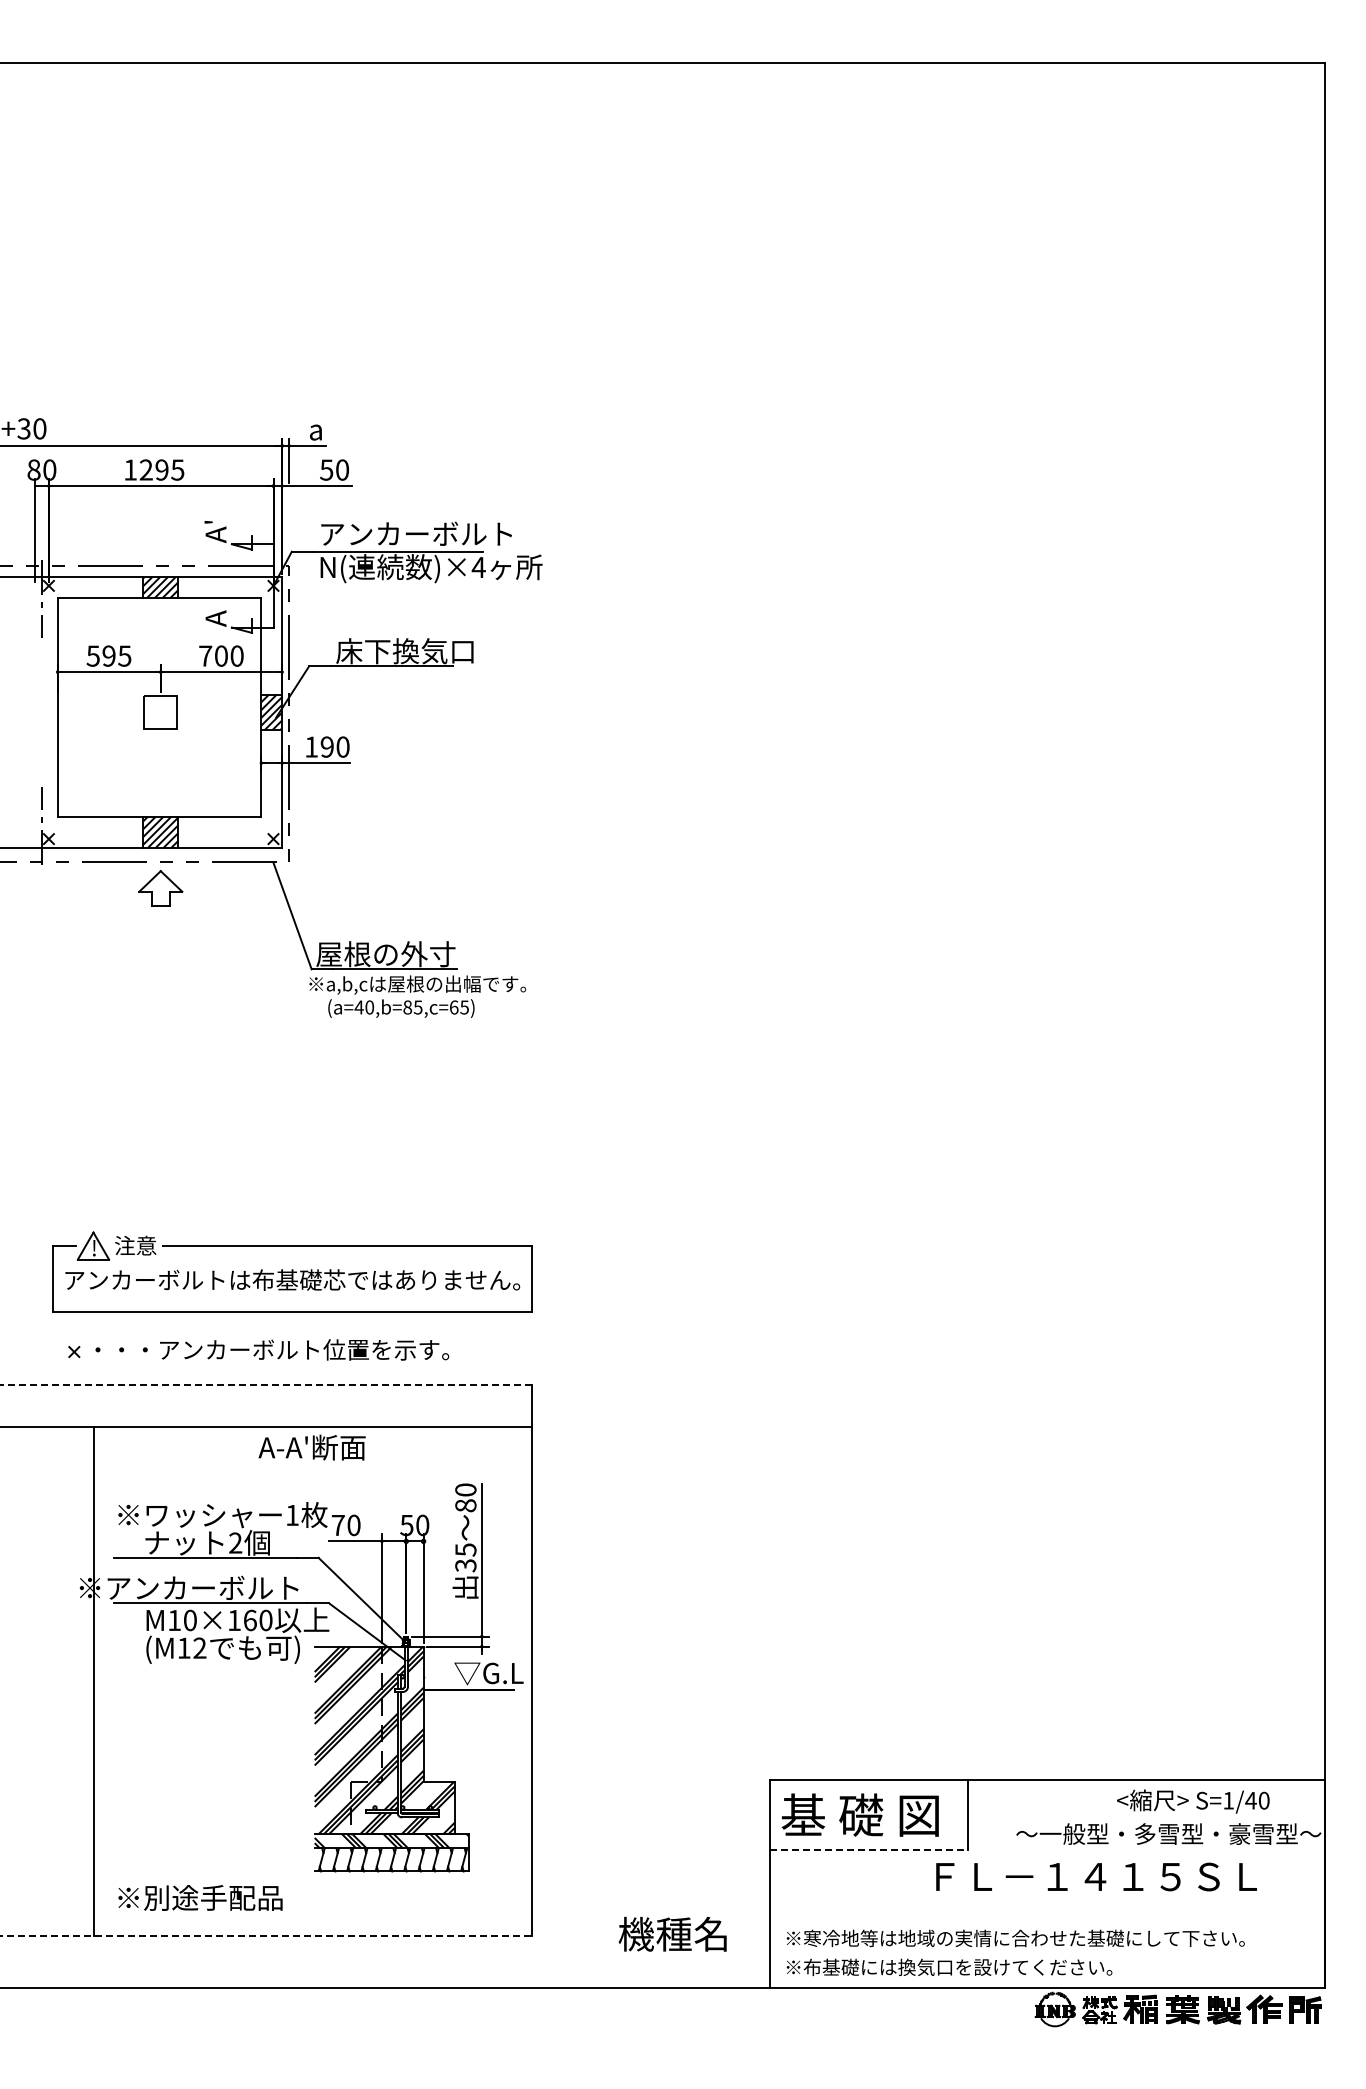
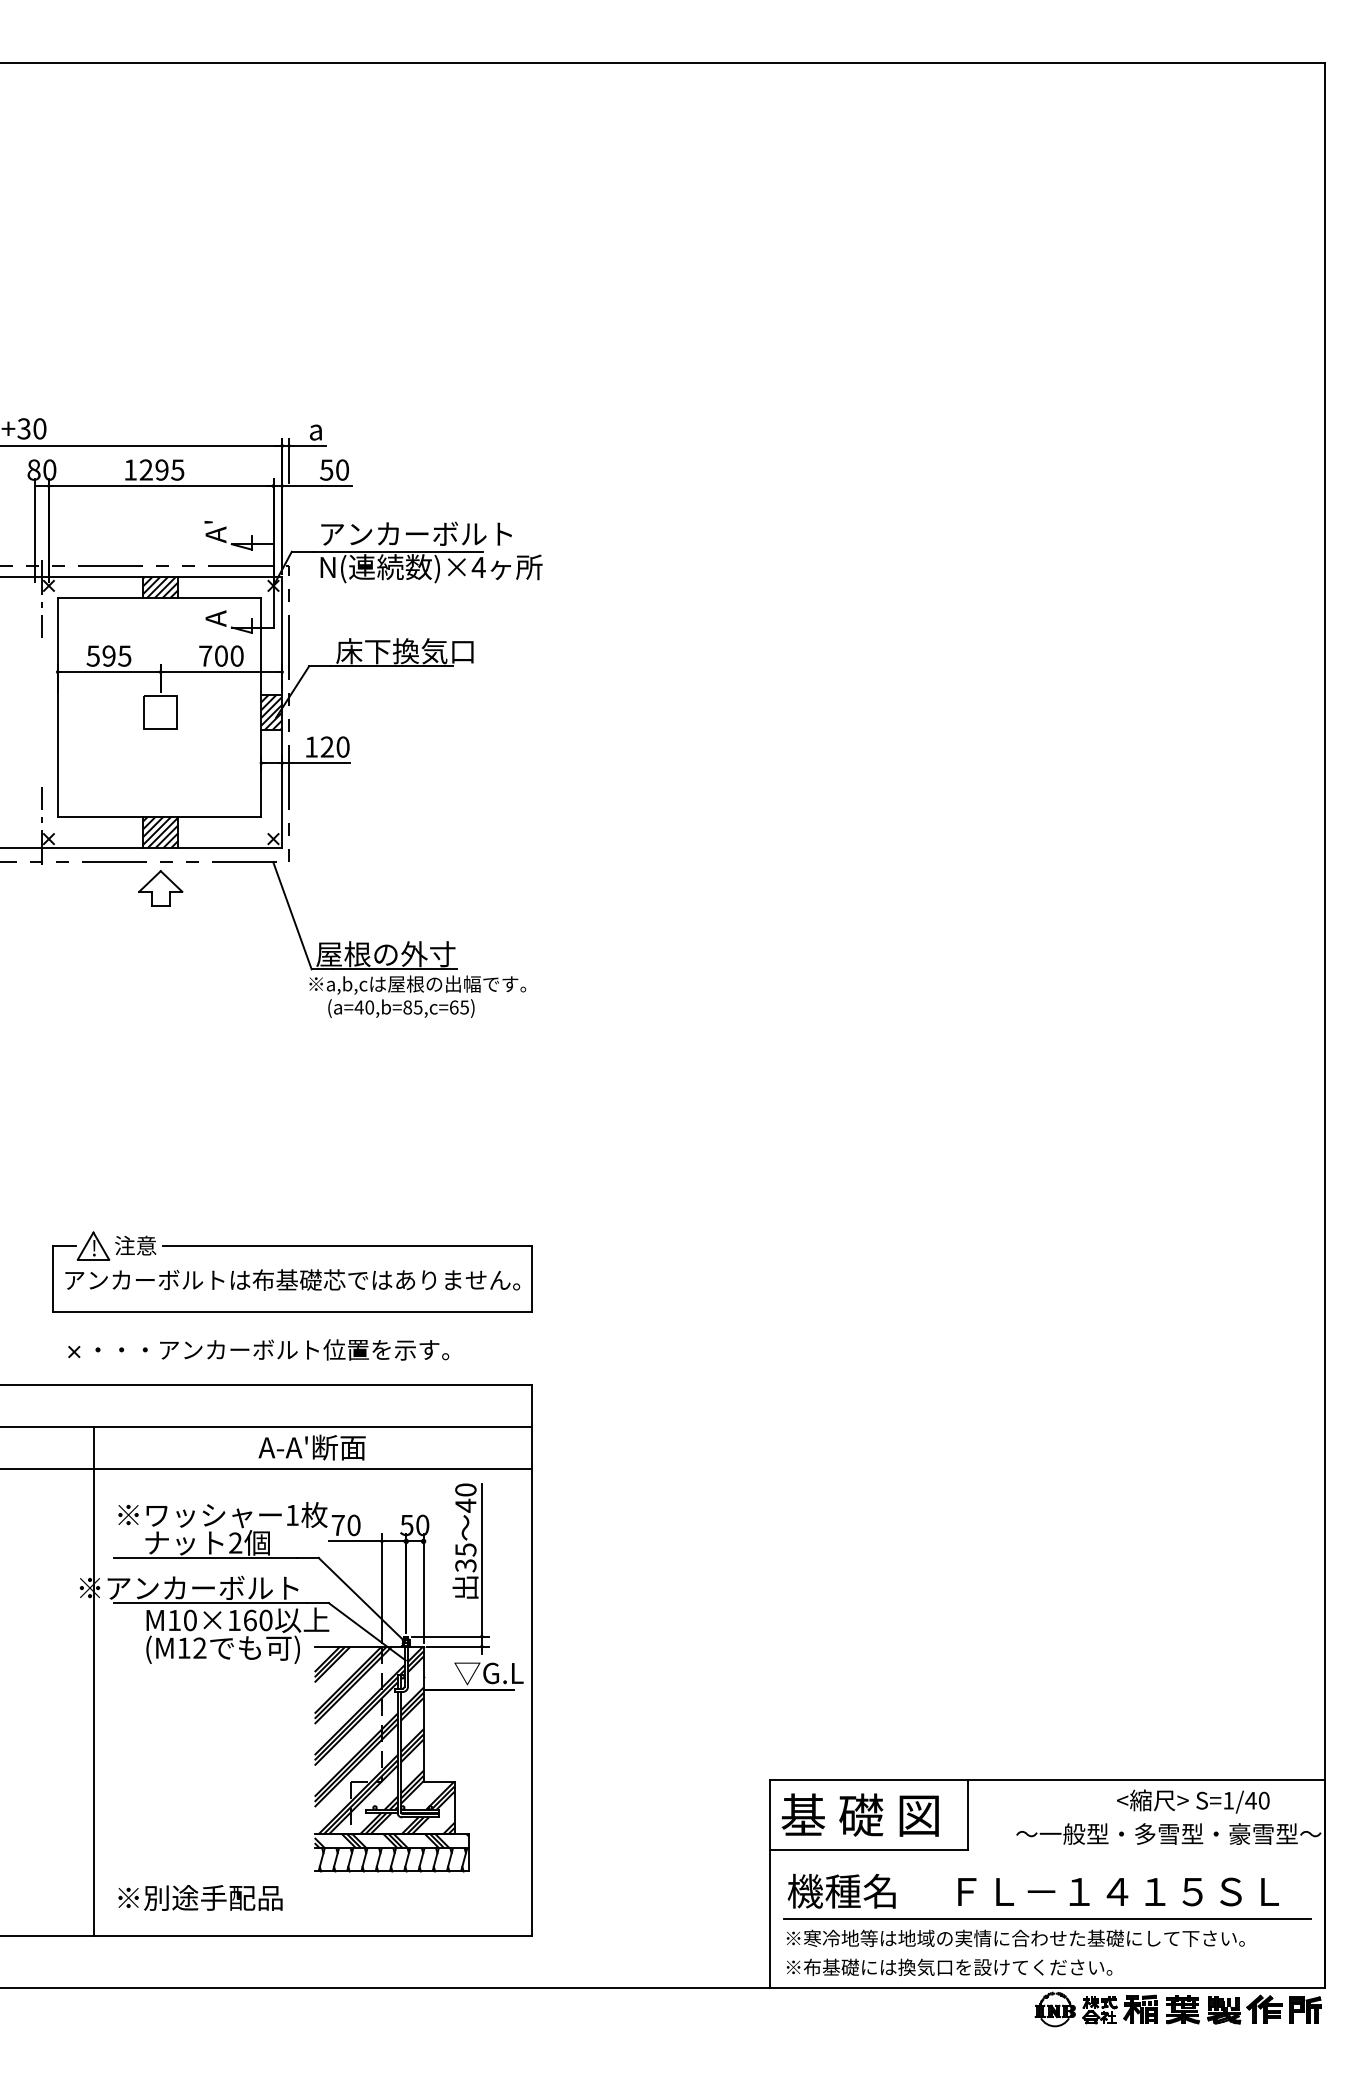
text at (326, 746): 190 -> 120
line at (266, 1385): dashed -> solid
line at (267, 1468): none -> present
text at (465, 1505): 80 -> 40
line at (869, 1849): dashed -> solid
text at (1096, 1876) position: (1096, 1876) -> (1118, 1891)
line at (1047, 1919): none -> present
text at (672, 1933) position: (672, 1933) -> (841, 1890)
line at (266, 1936): dashed -> solid
